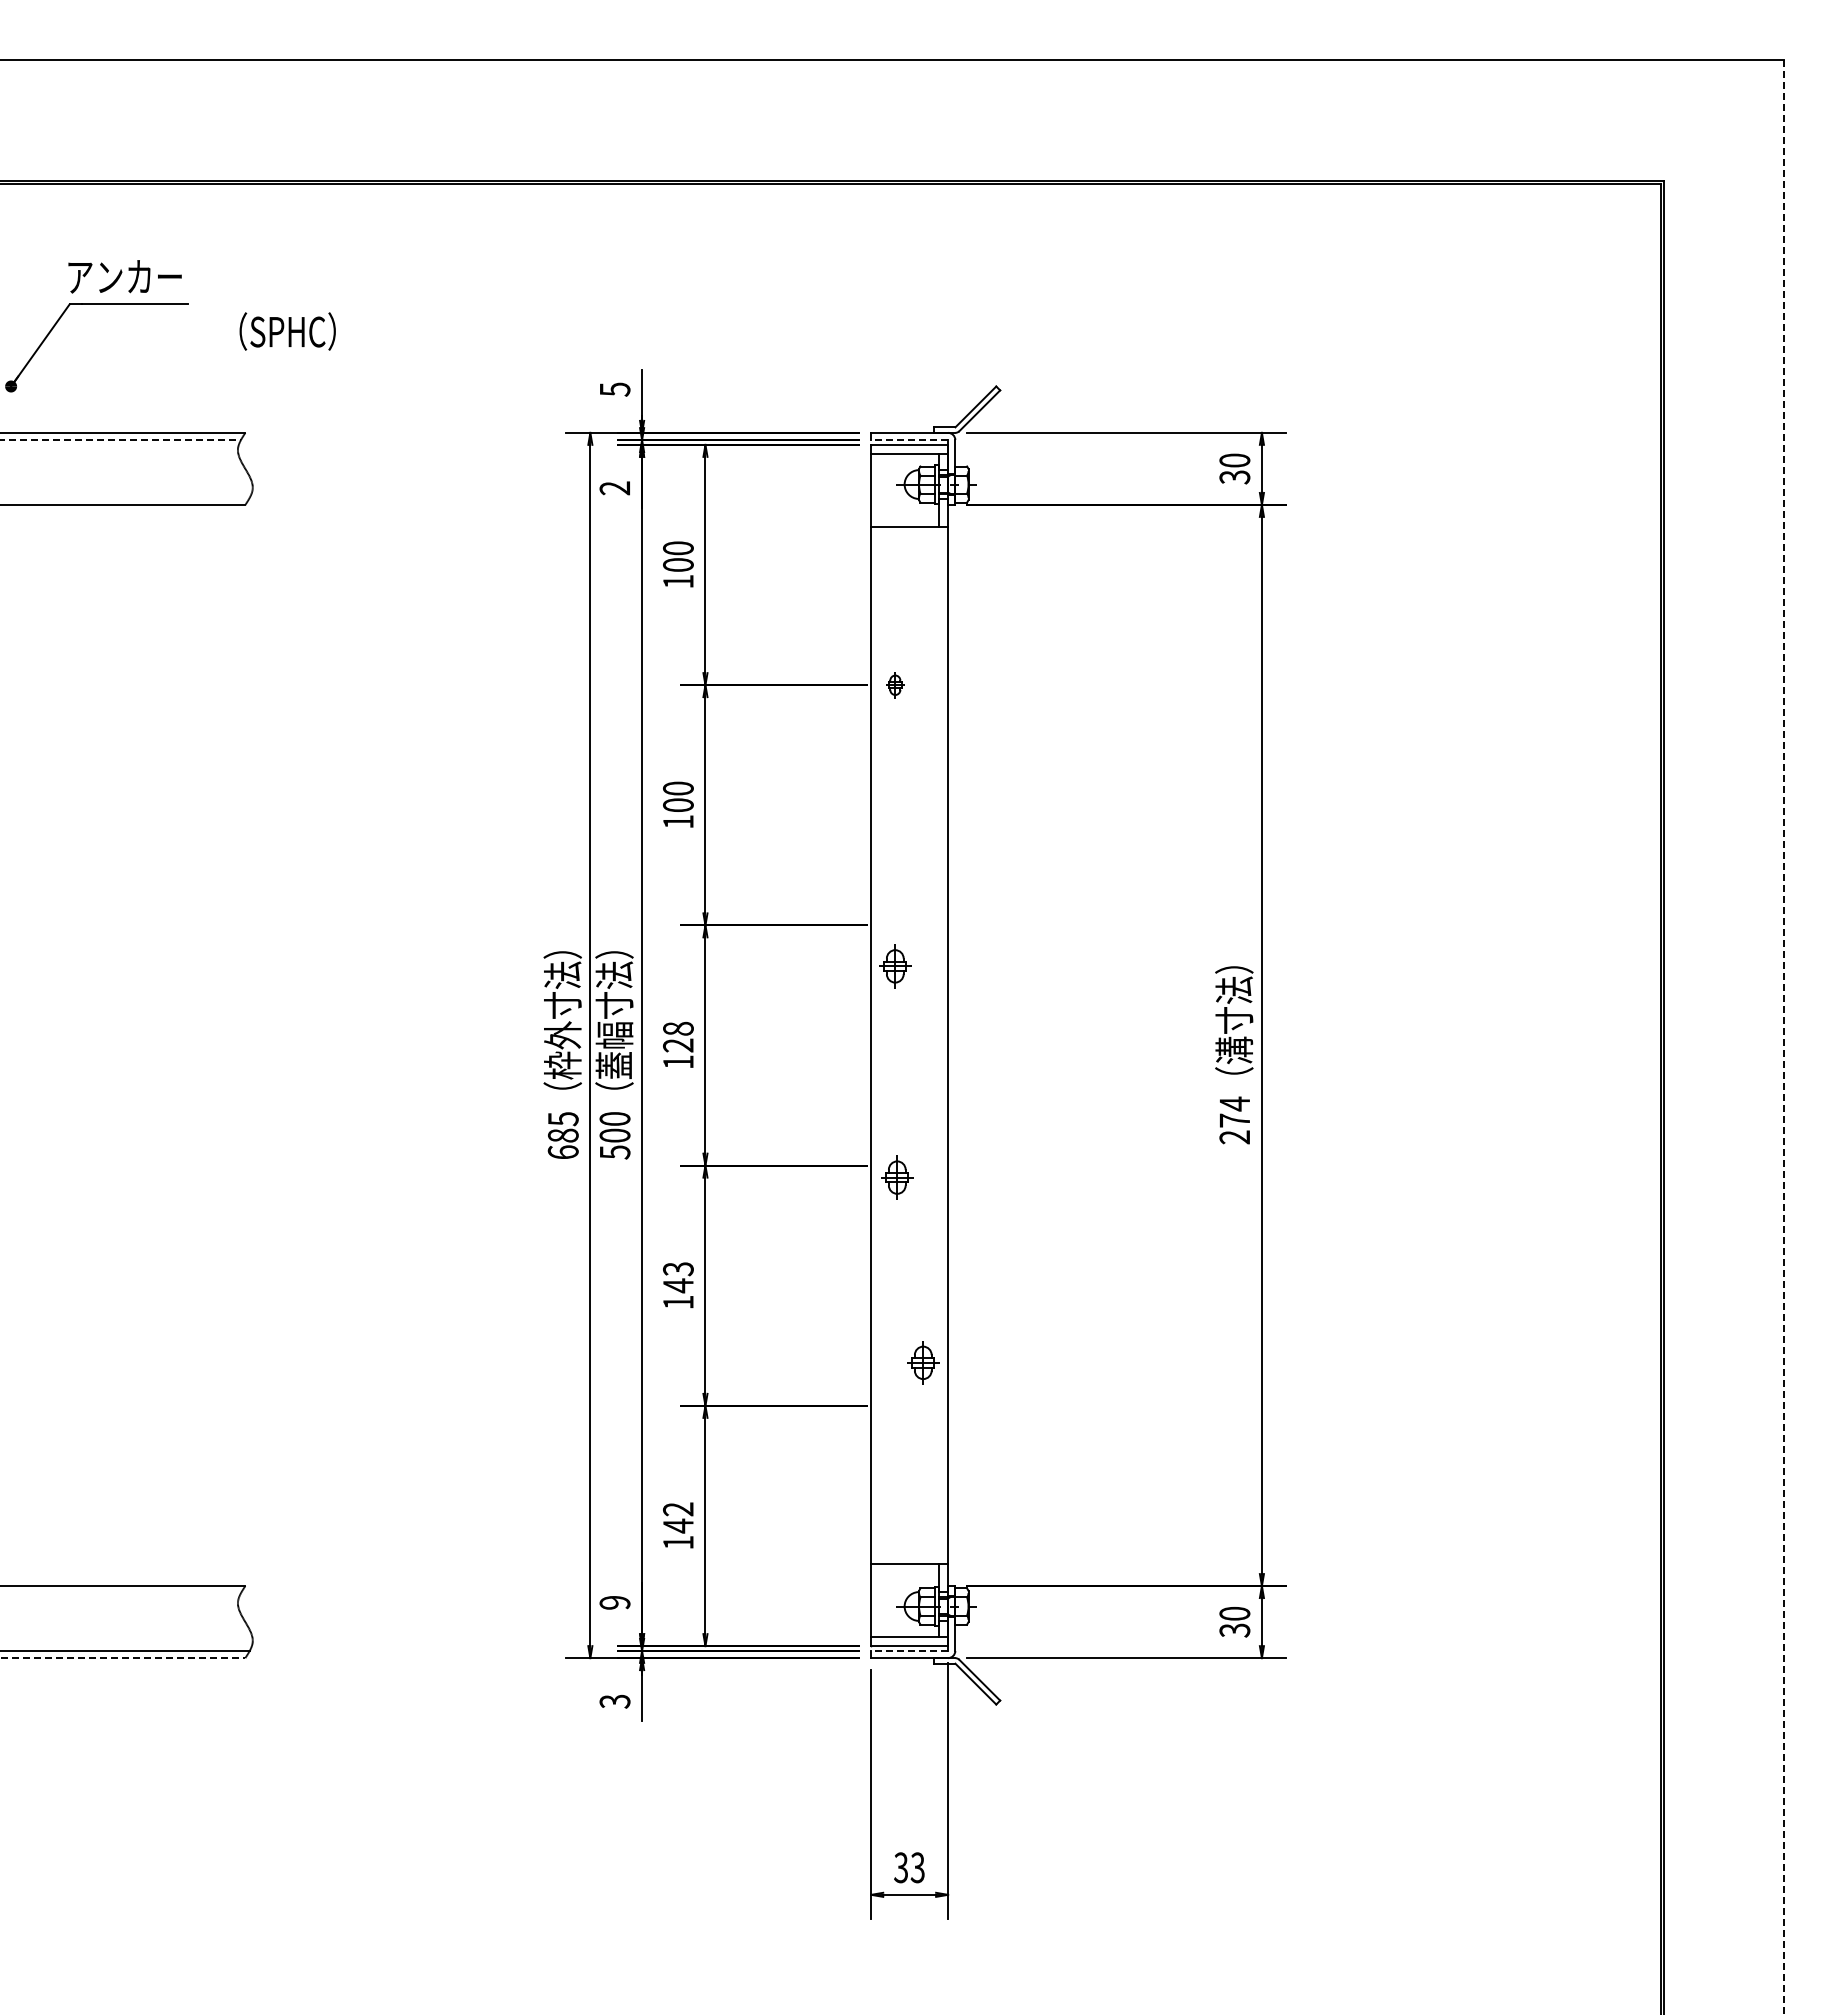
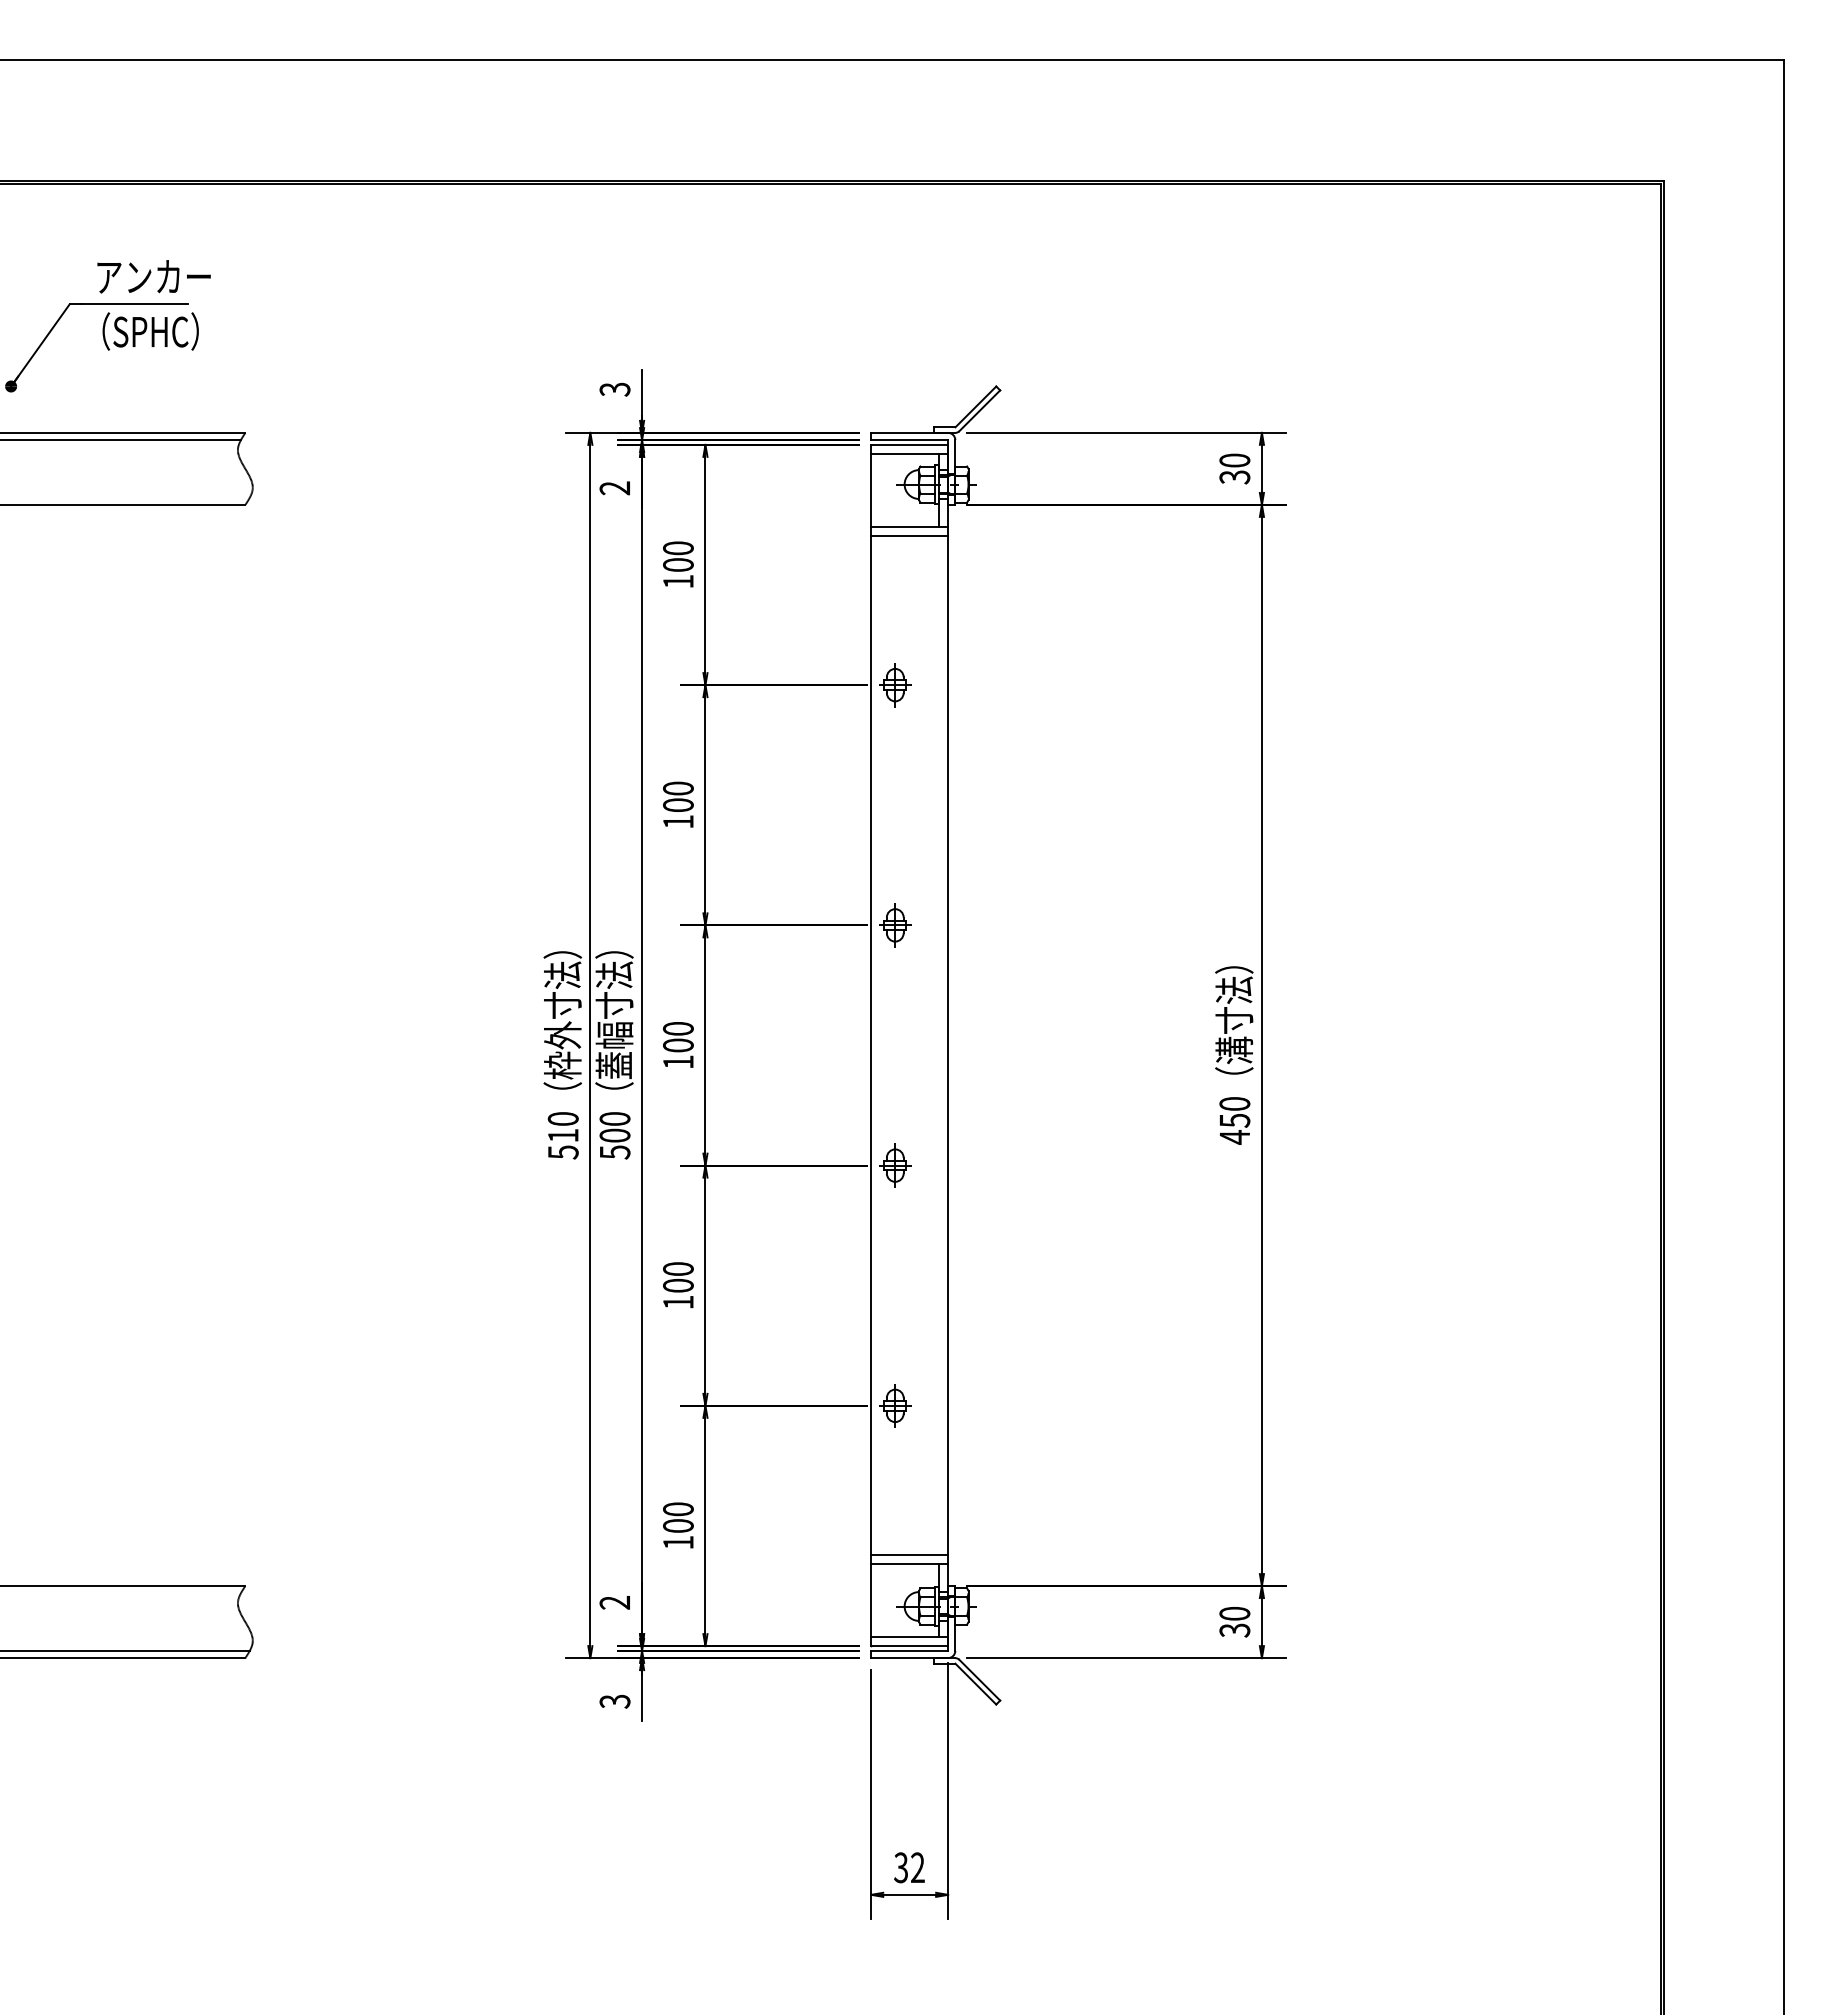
text at (124, 276) position: (124, 276) -> (153, 276)
text at (287, 331) position: (287, 331) -> (150, 331)
text at (614, 389): 5 -> 3
line at (120, 440): dashed -> solid
line at (909, 440): dashed -> solid
line at (909, 536): none -> present
part at (895, 685) size: 19x27 px -> 33x45 px
part at (895, 966) position: (895, 966) -> (895, 925)
text at (678, 1036): 128 -> 100
line at (1784, 1037): dashed -> solid
text at (1234, 1120): 274 -> 450
text at (562, 1135): 685 -> 510
part at (897, 1177) position: (897, 1177) -> (895, 1165)
text at (678, 1277): 143 -> 100
part at (923, 1362) position: (923, 1362) -> (895, 1405)
text at (678, 1517): 142 -> 100
line at (909, 1554): none -> present
text at (615, 1602): 9 -> 2
line at (909, 1650): dashed -> solid
line at (123, 1658): dashed -> solid
text at (917, 1867): 33 -> 32
